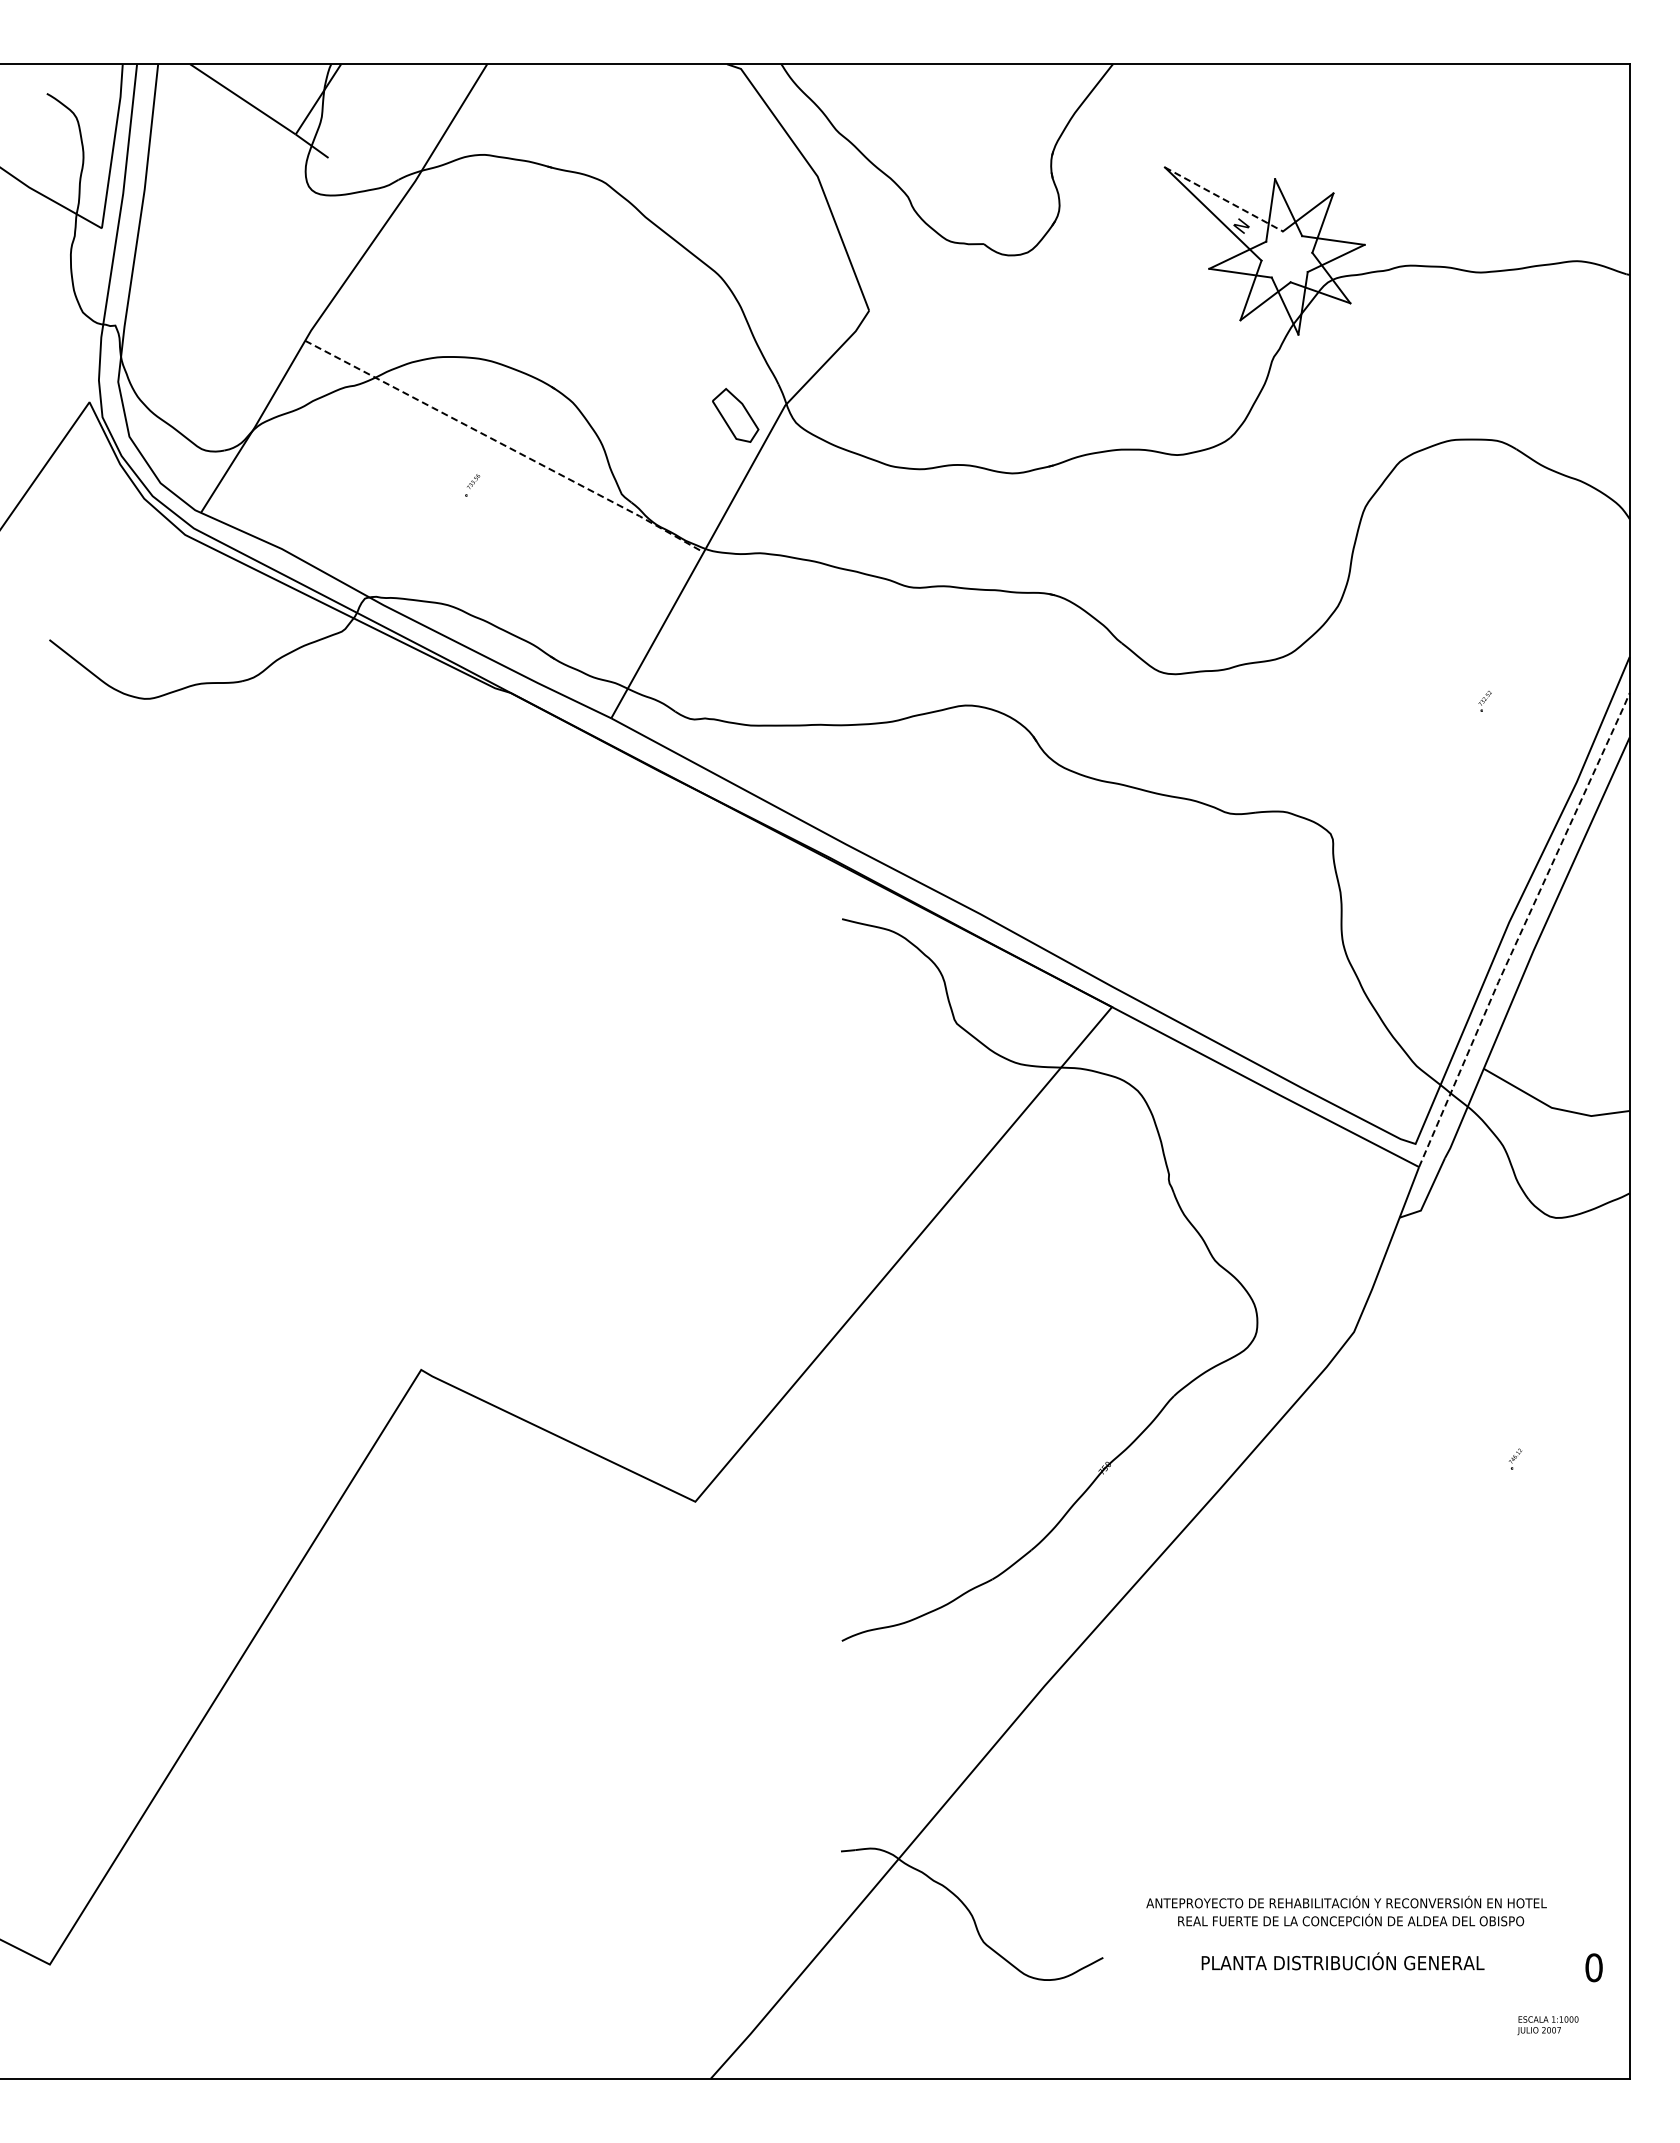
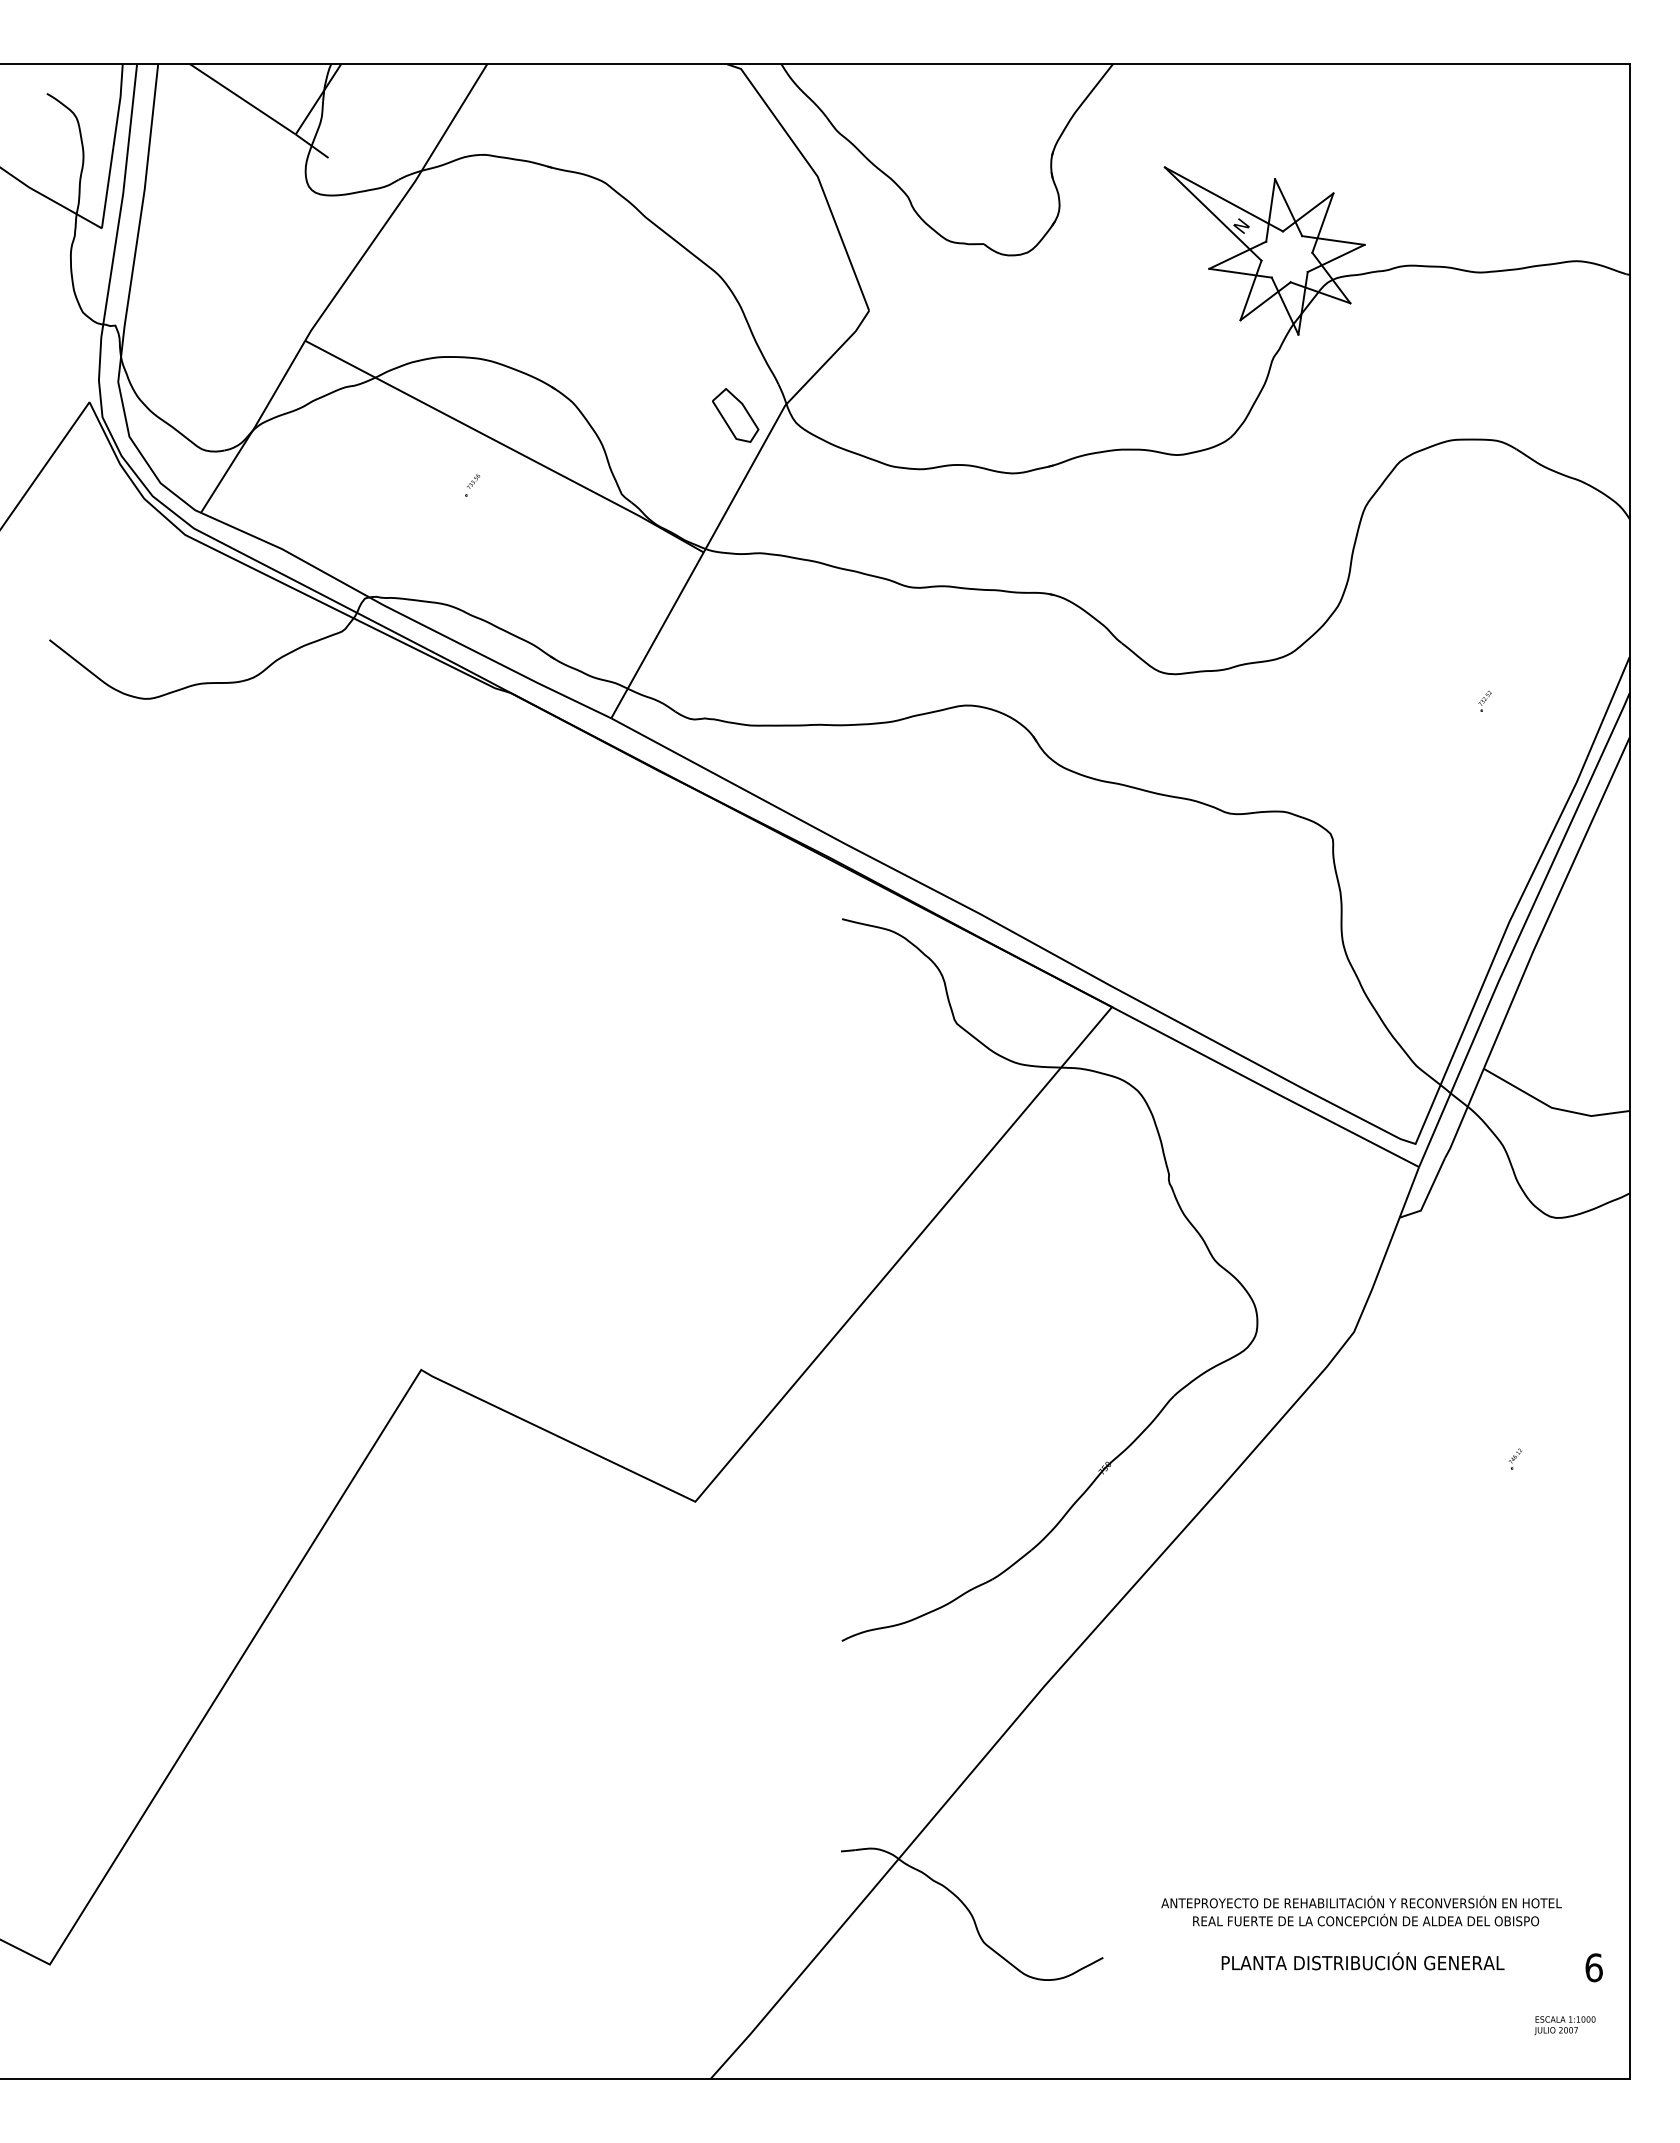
line at (1224, 199): dashed -> solid
line at (505, 445): dashed -> solid
line at (1522, 928): dashed -> solid
text at (1346, 1910) position: (1346, 1910) -> (1361, 1910)
text at (1342, 1961) position: (1342, 1961) -> (1362, 1961)
text at (1593, 1967): 0 -> 6
text at (1547, 2025) position: (1547, 2025) -> (1564, 2025)
